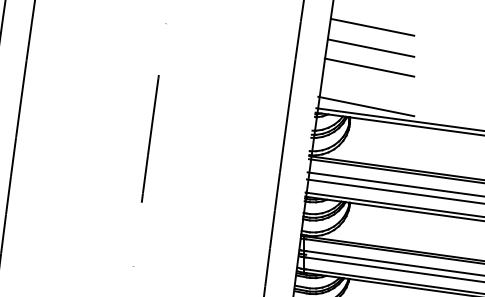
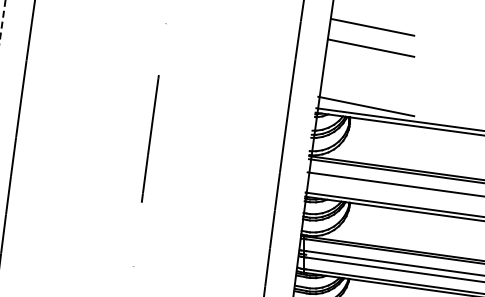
arc at (2, 19): solid -> dashed
line at (369, 67): present -> none
line at (393, 191): present -> none
